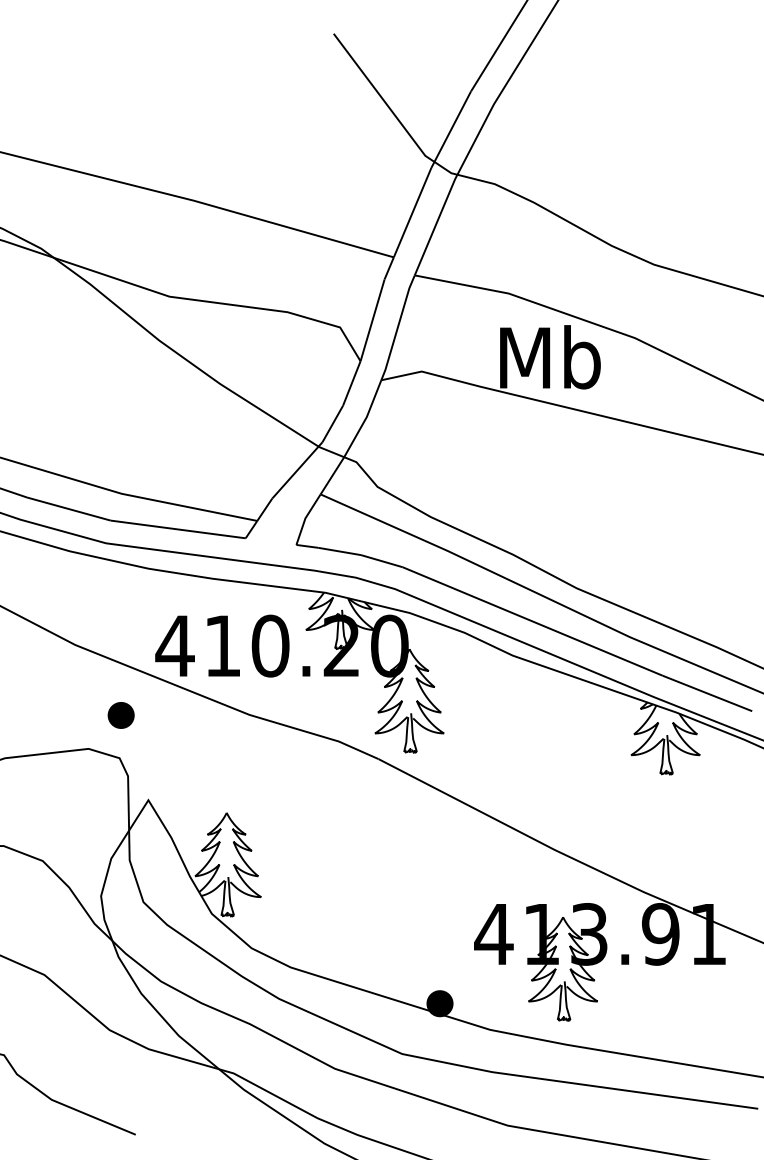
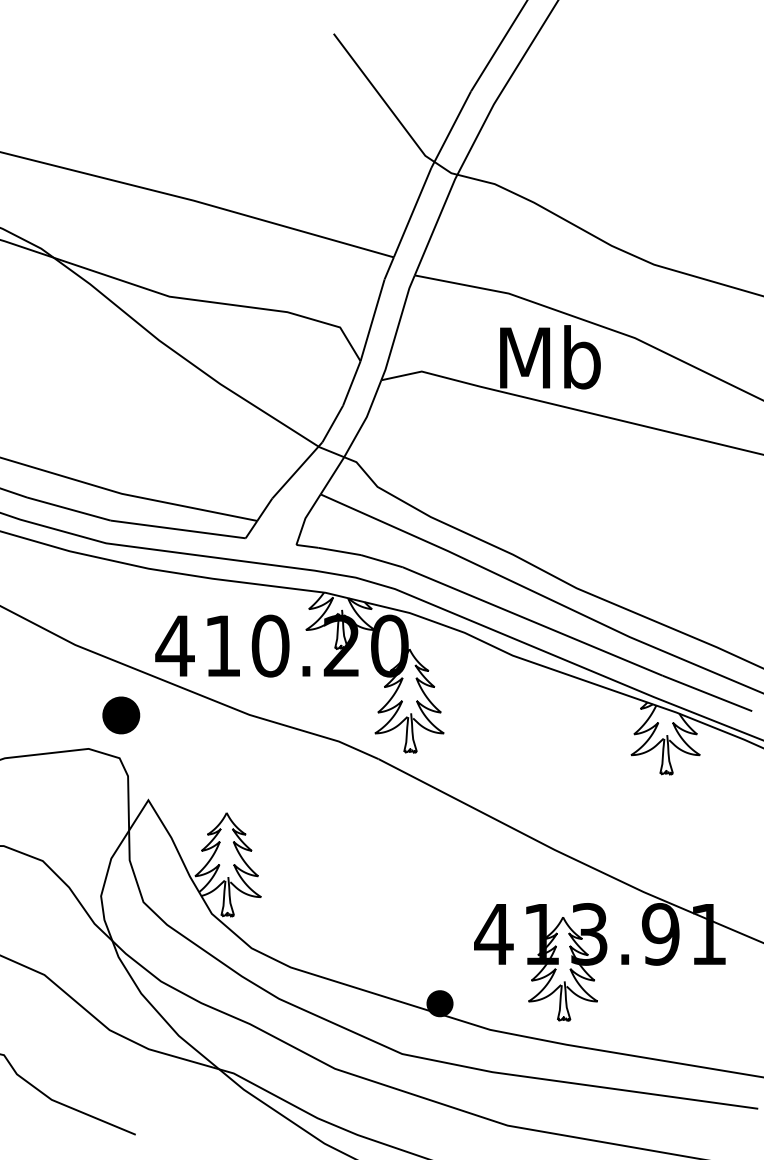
part at (120, 715) size: 28x27 px -> 39x39 px
